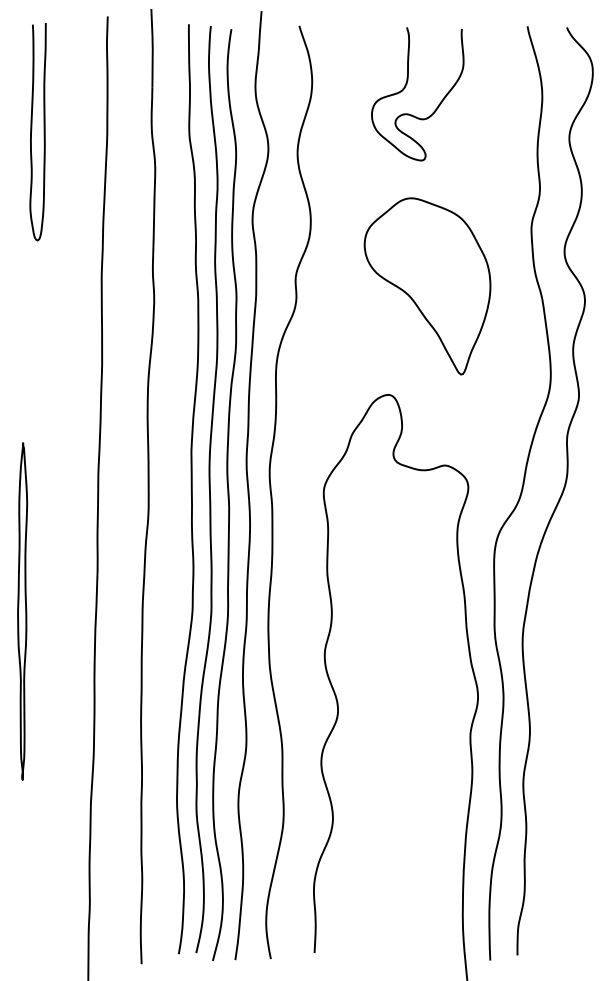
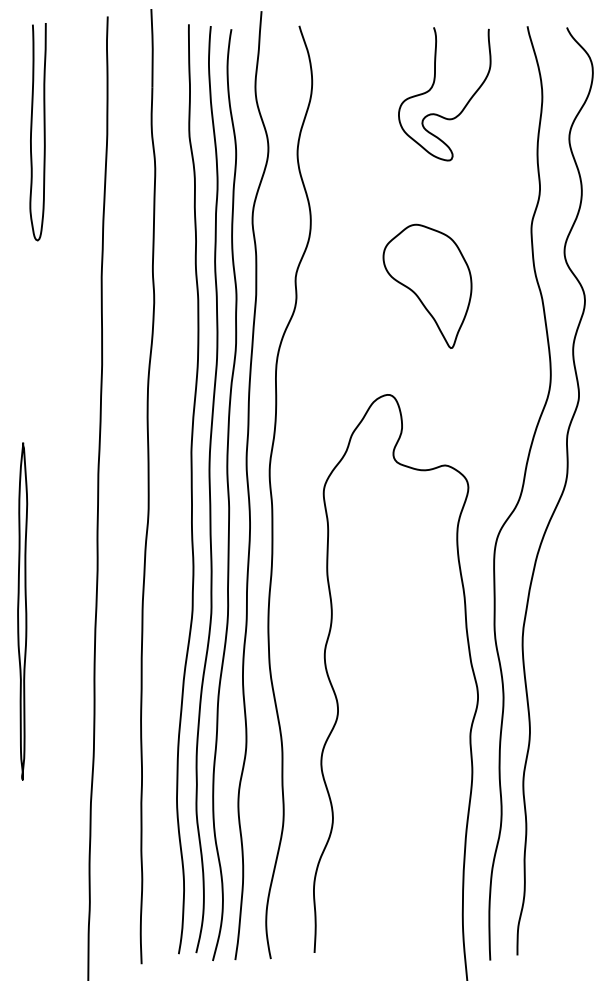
curve at (405, 88) position: (405, 88) -> (432, 88)
part at (427, 286) size: 129x179 px -> 91x126 px
